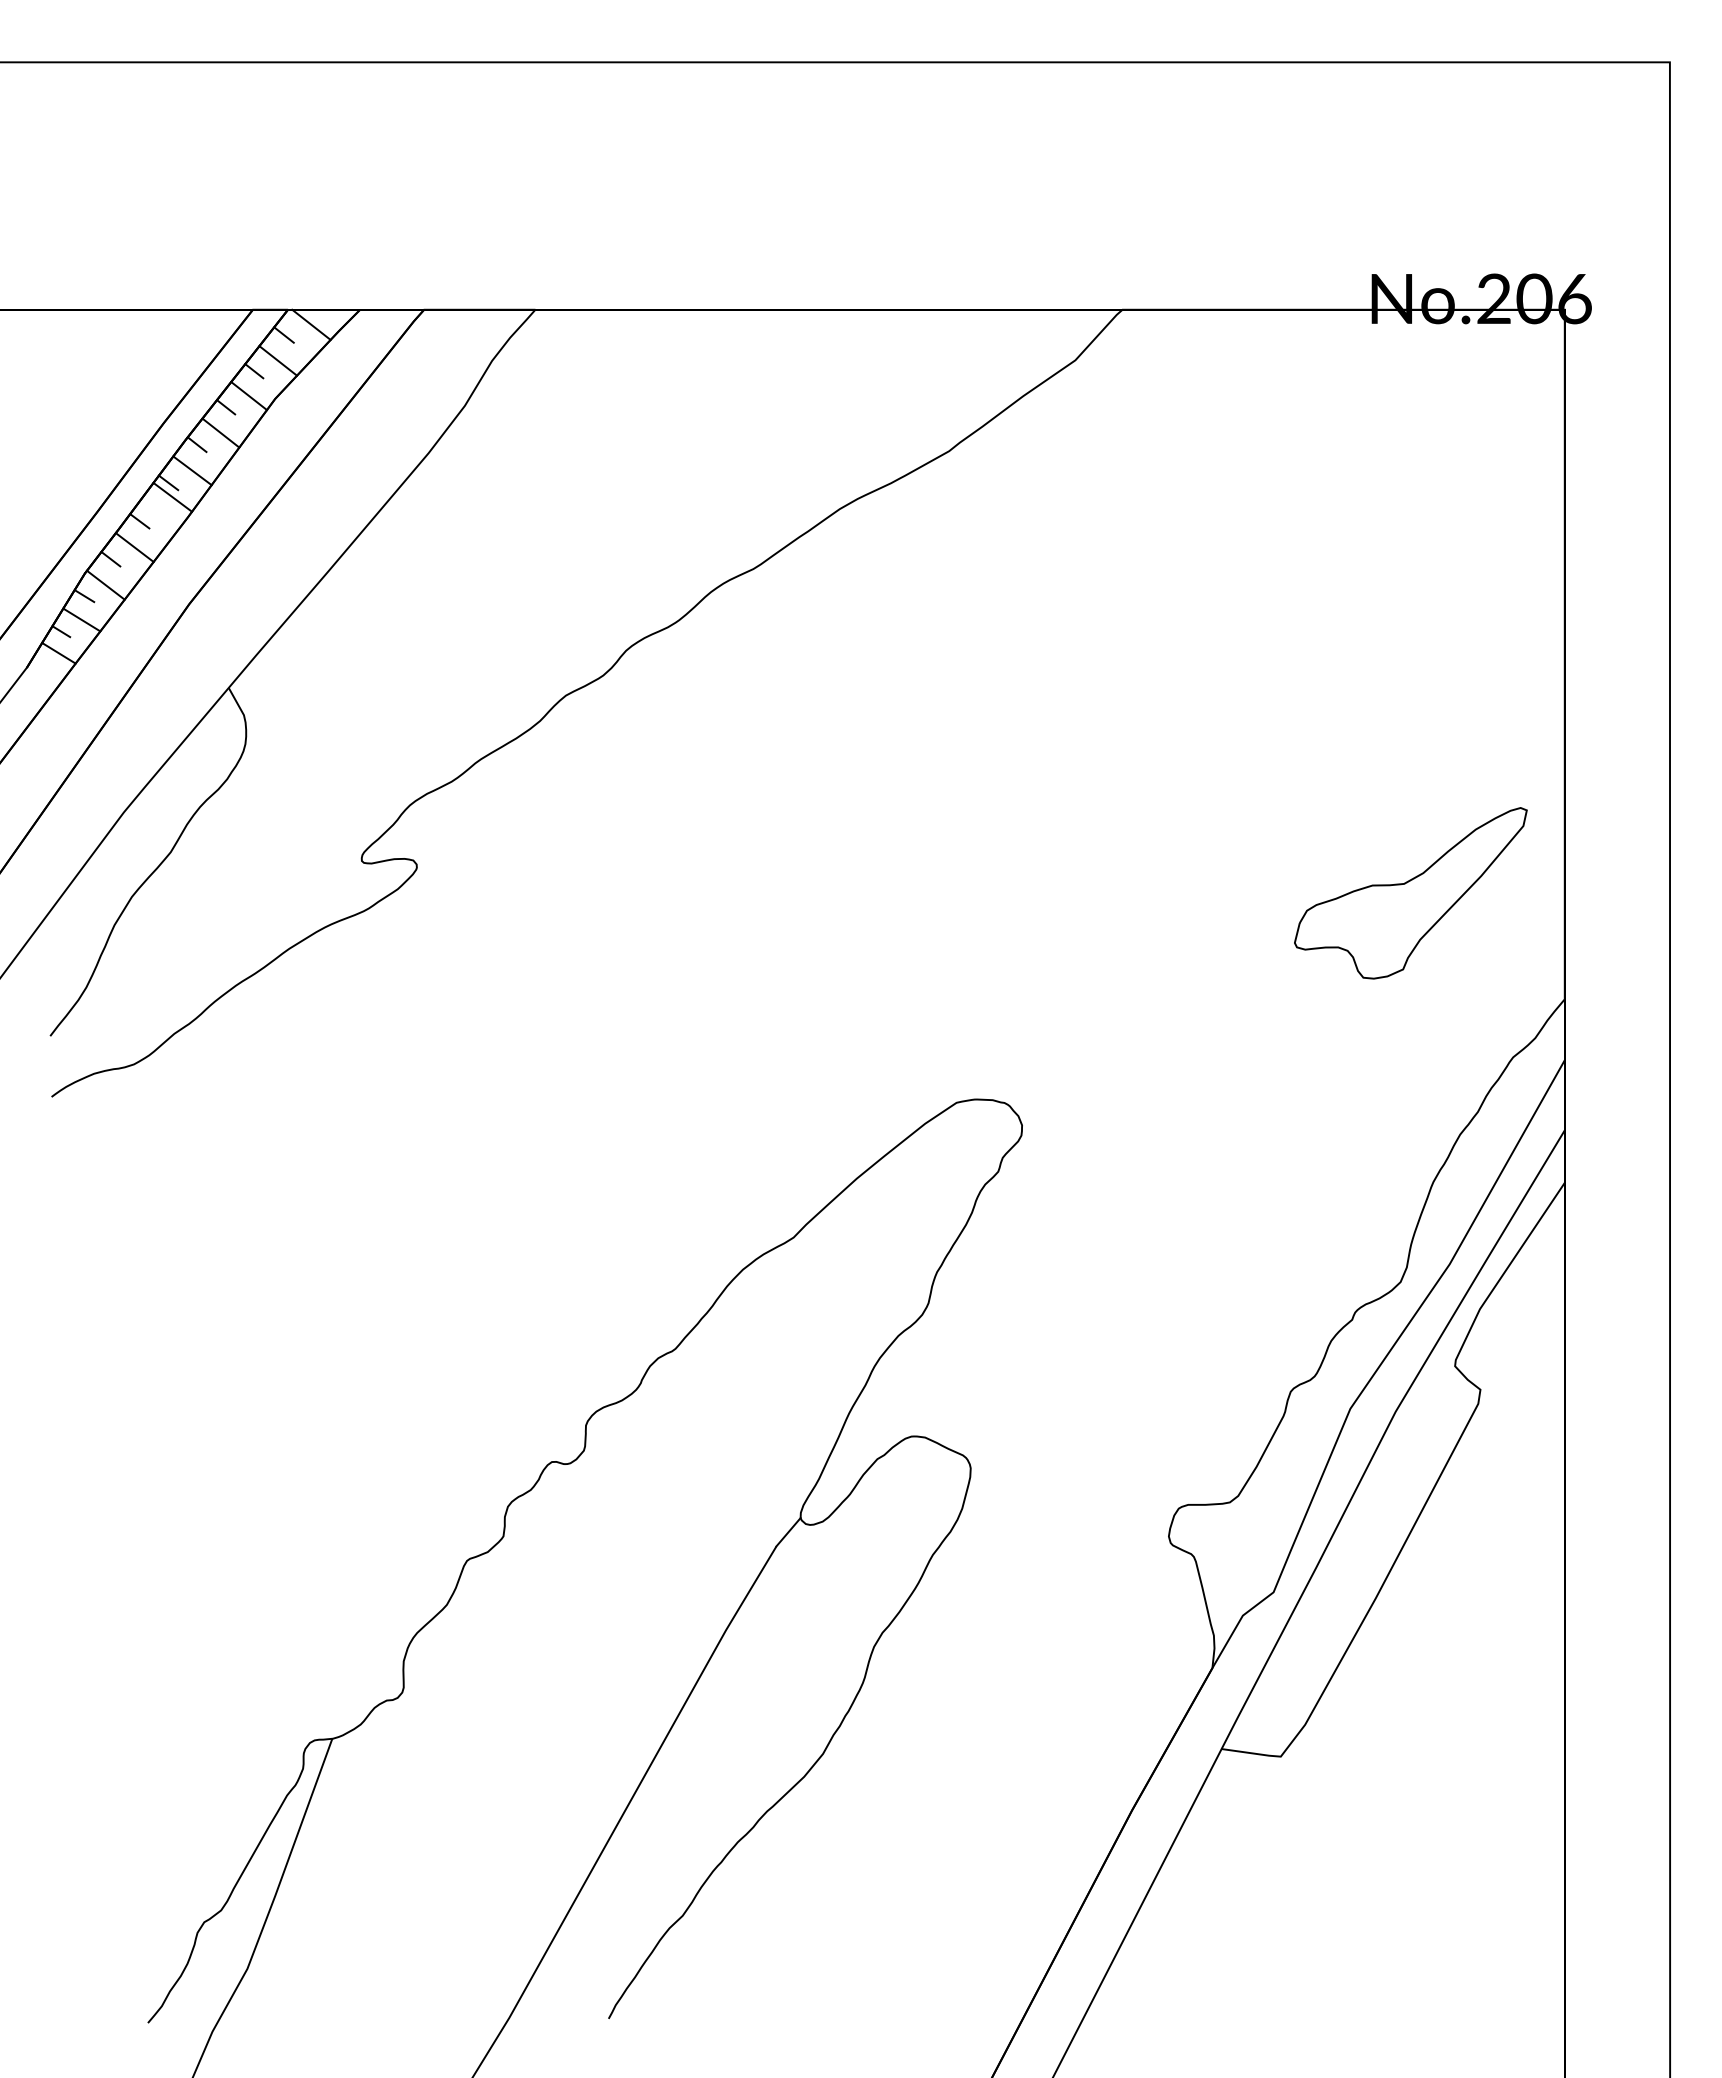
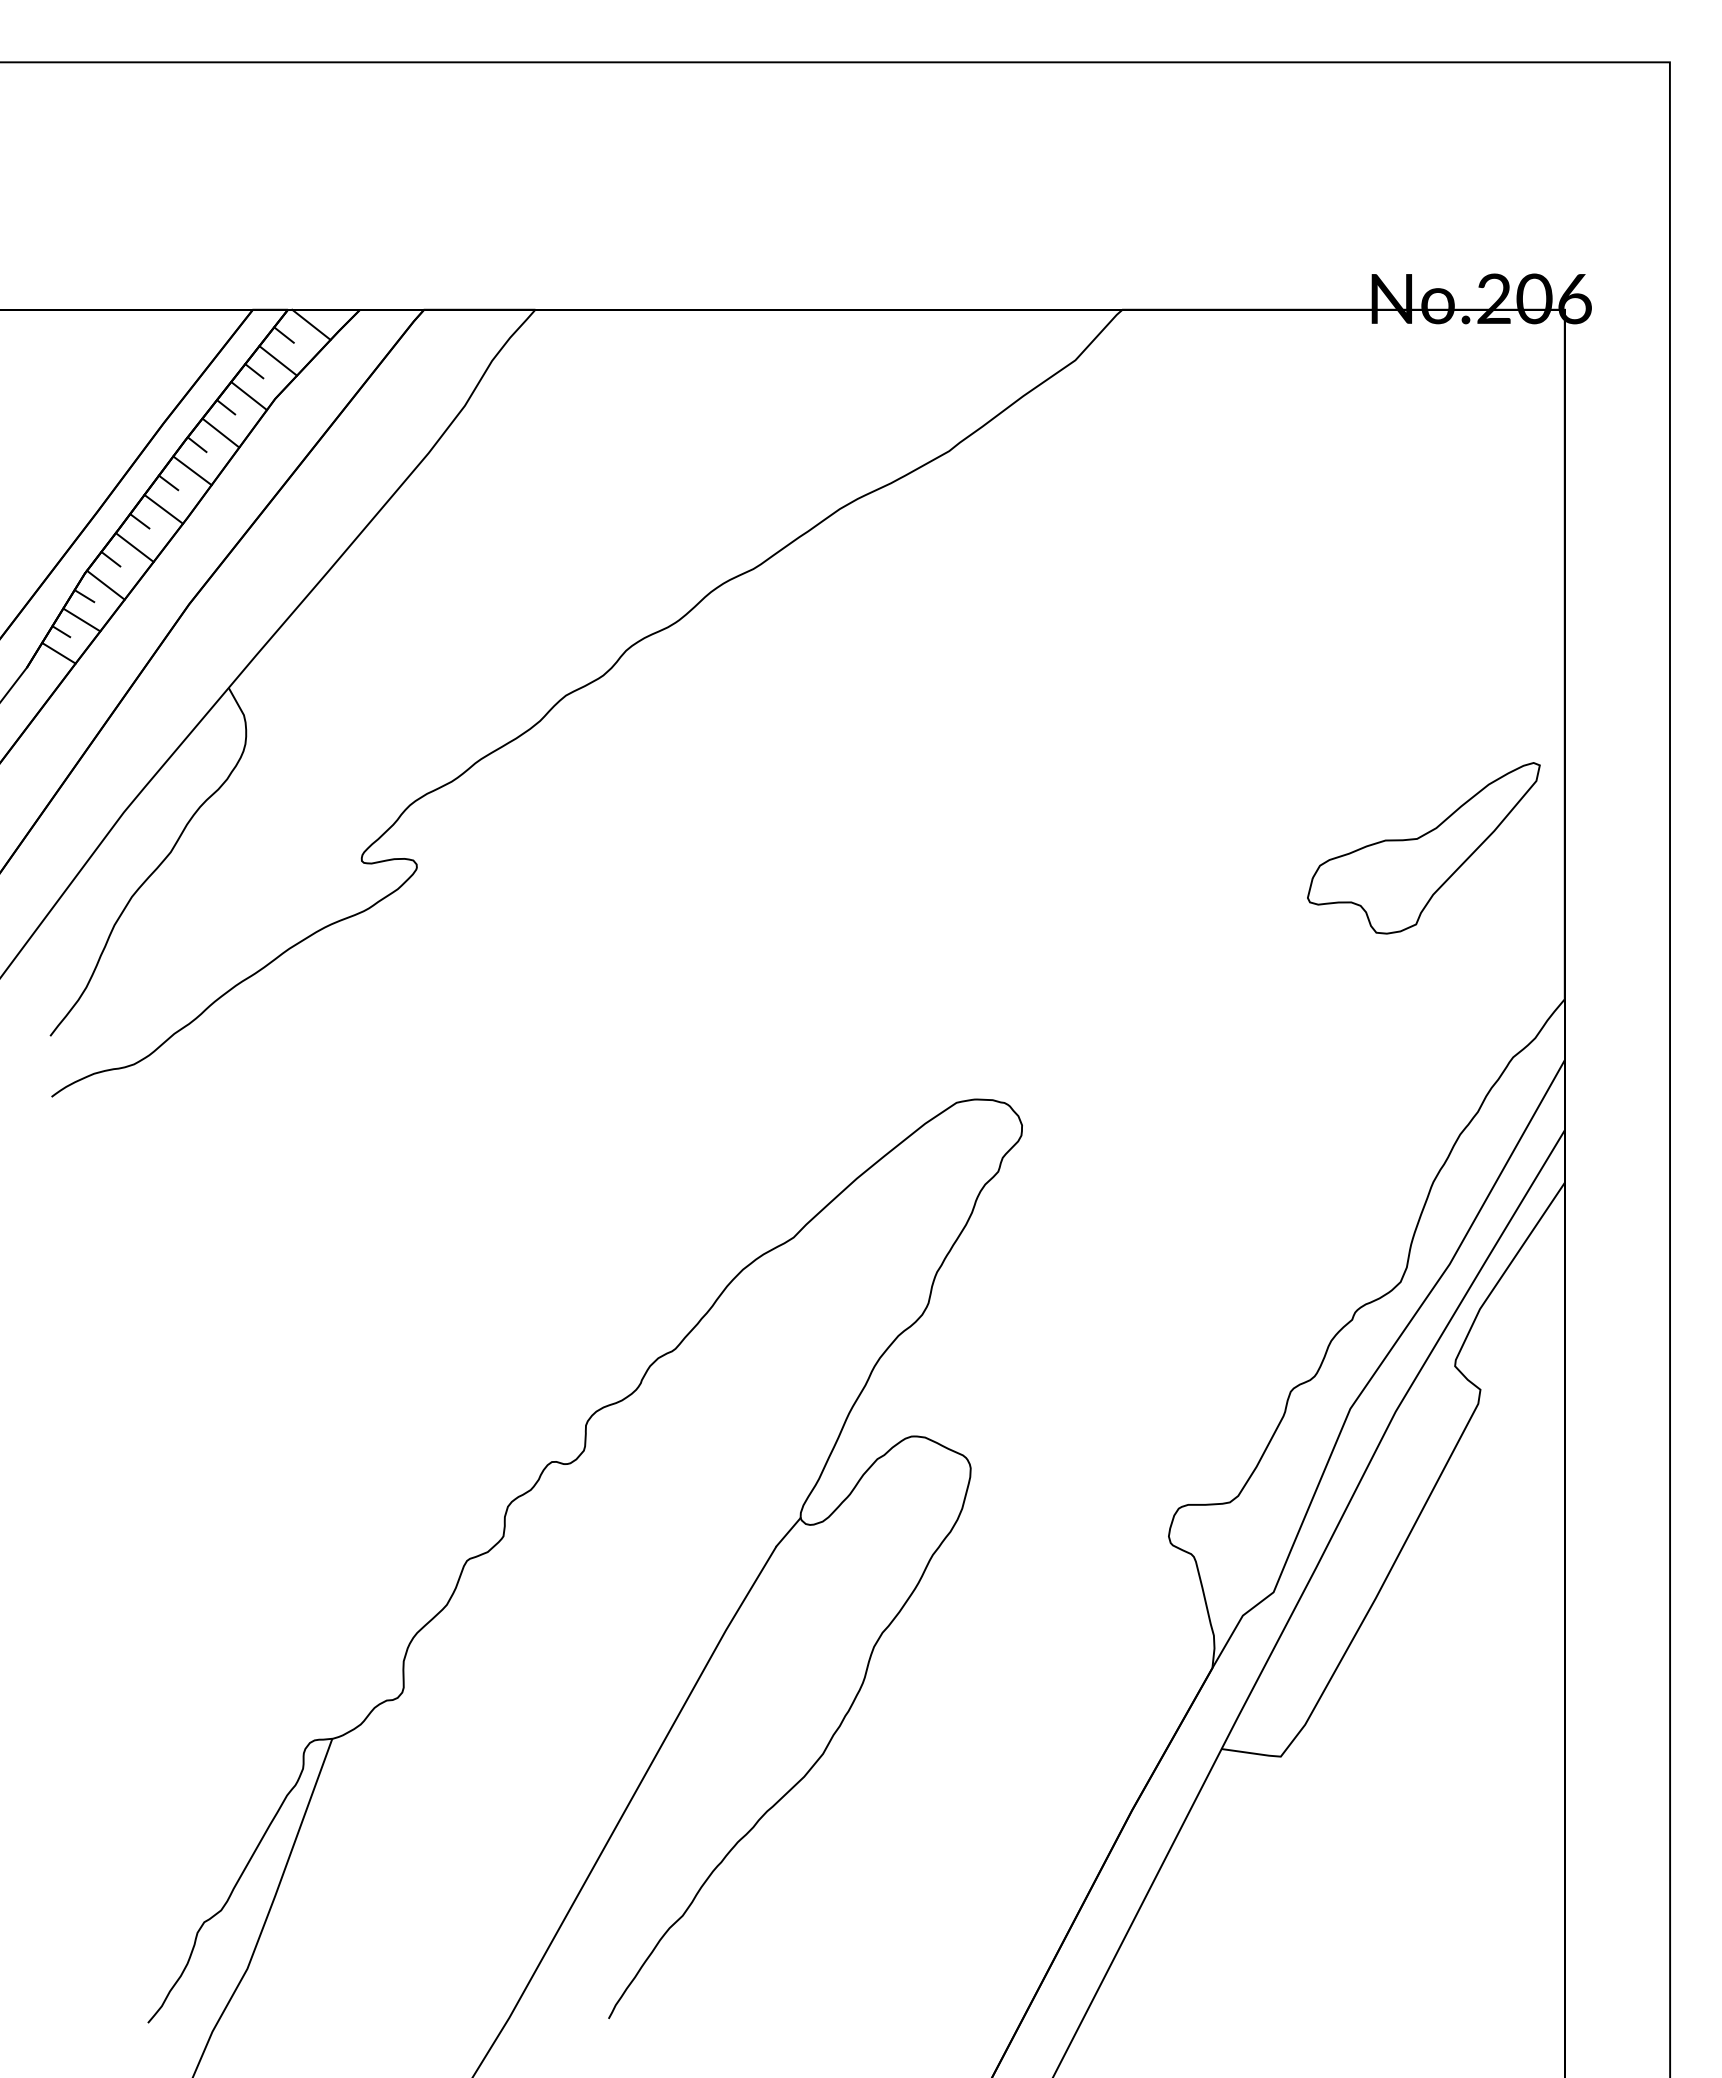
line at (172, 496) position: (172, 496) -> (163, 508)
part at (1410, 893) position: (1410, 893) -> (1423, 848)
